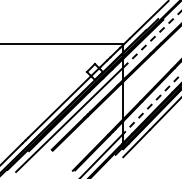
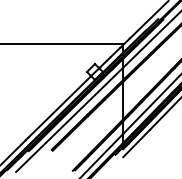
line at (152, 39): dashed -> solid
line at (152, 103): dashed -> solid
